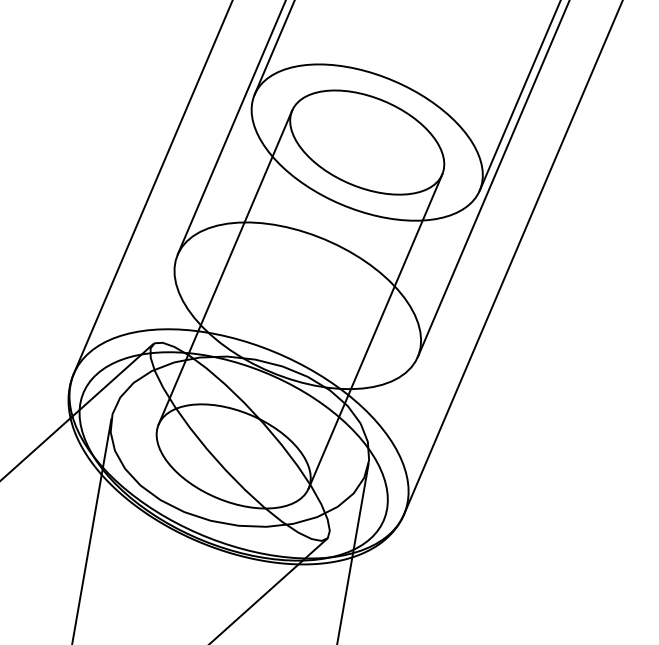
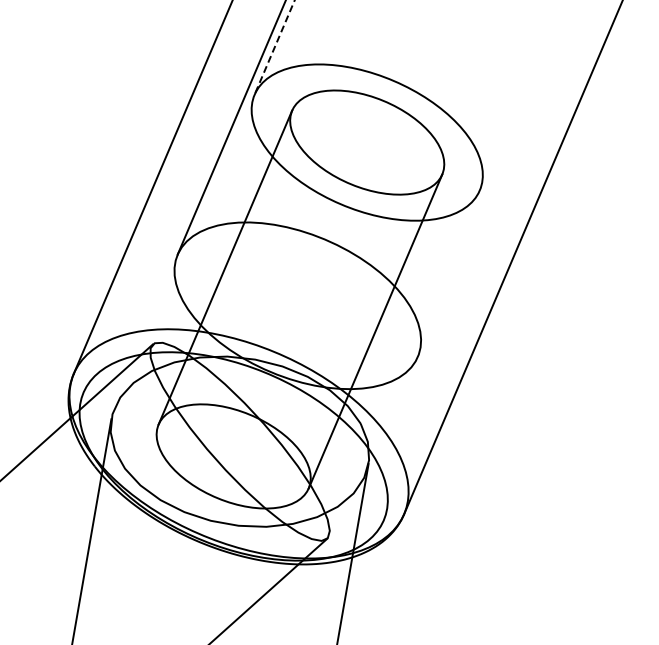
line at (274, 47): solid -> dashed
line at (519, 96): present -> none
line at (492, 179): present -> none
